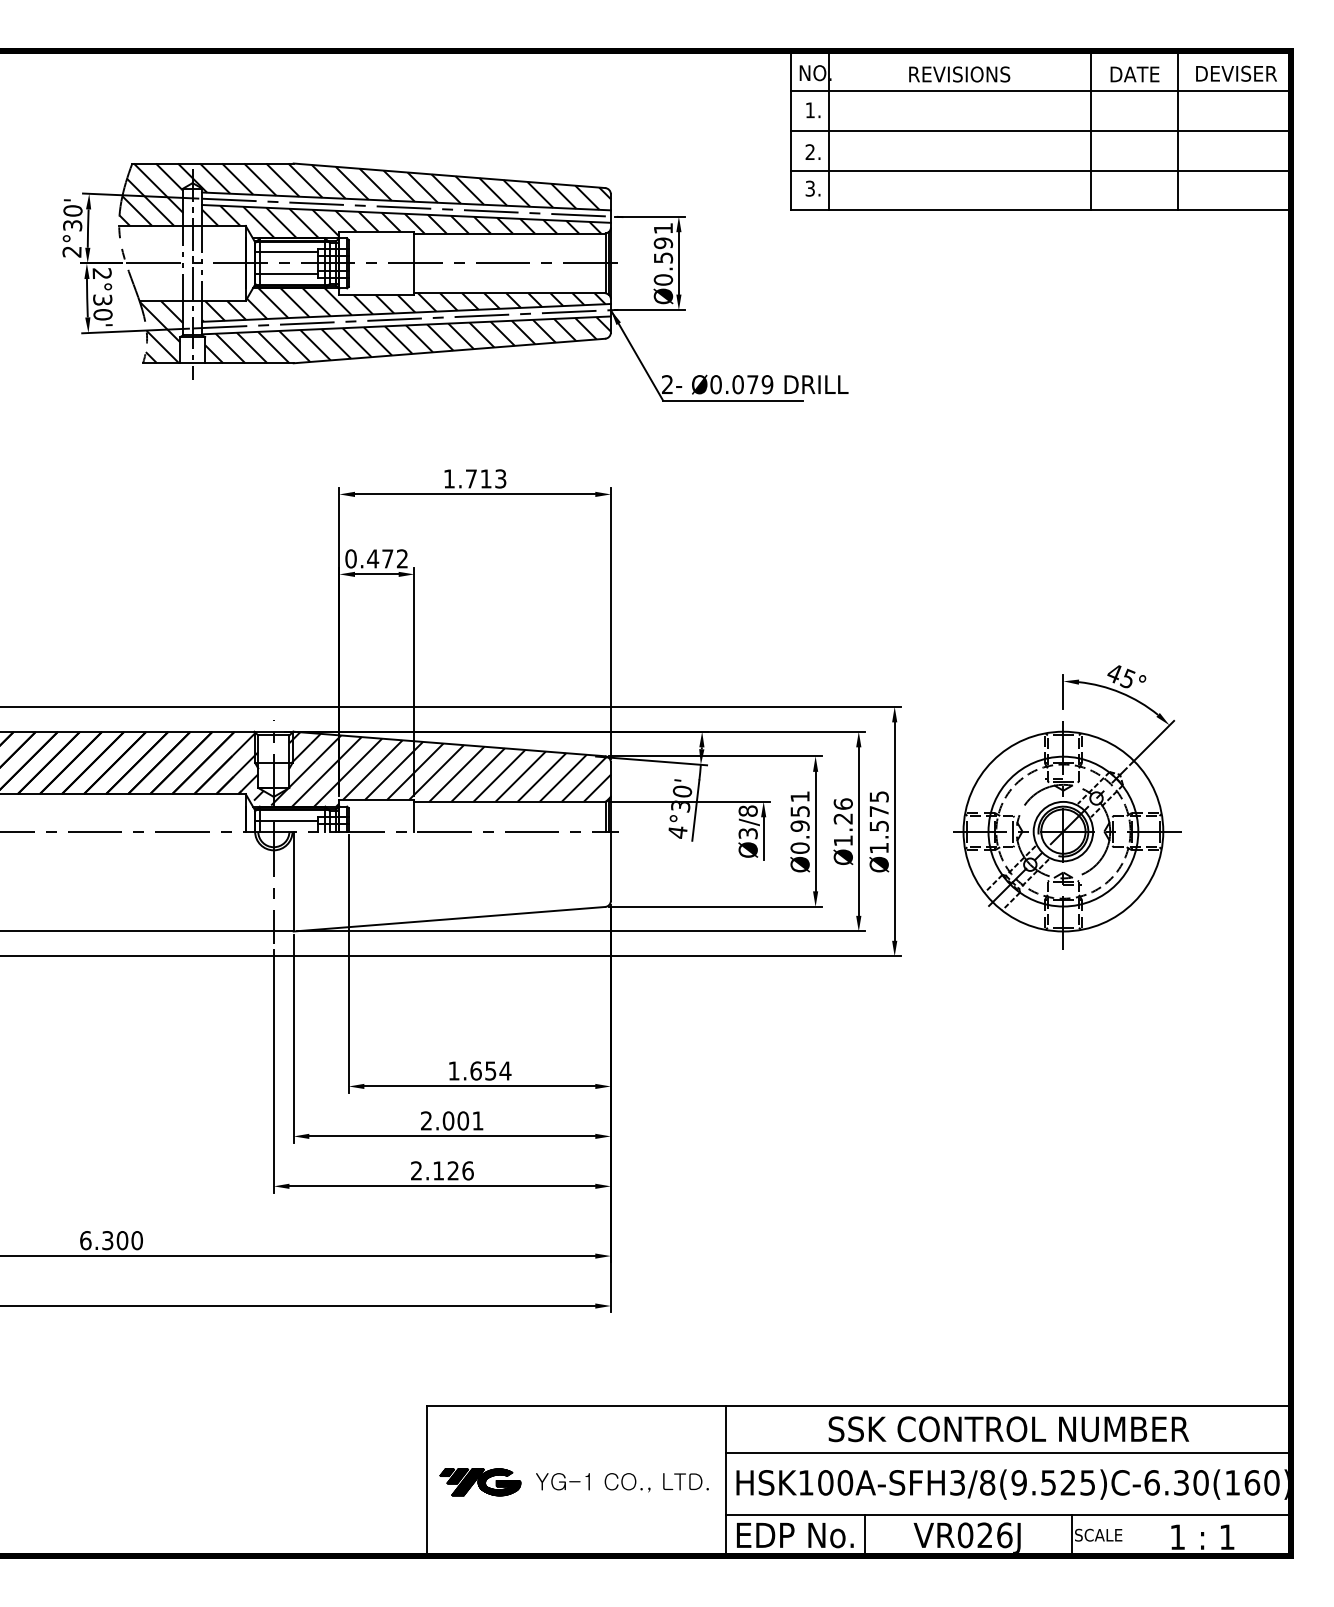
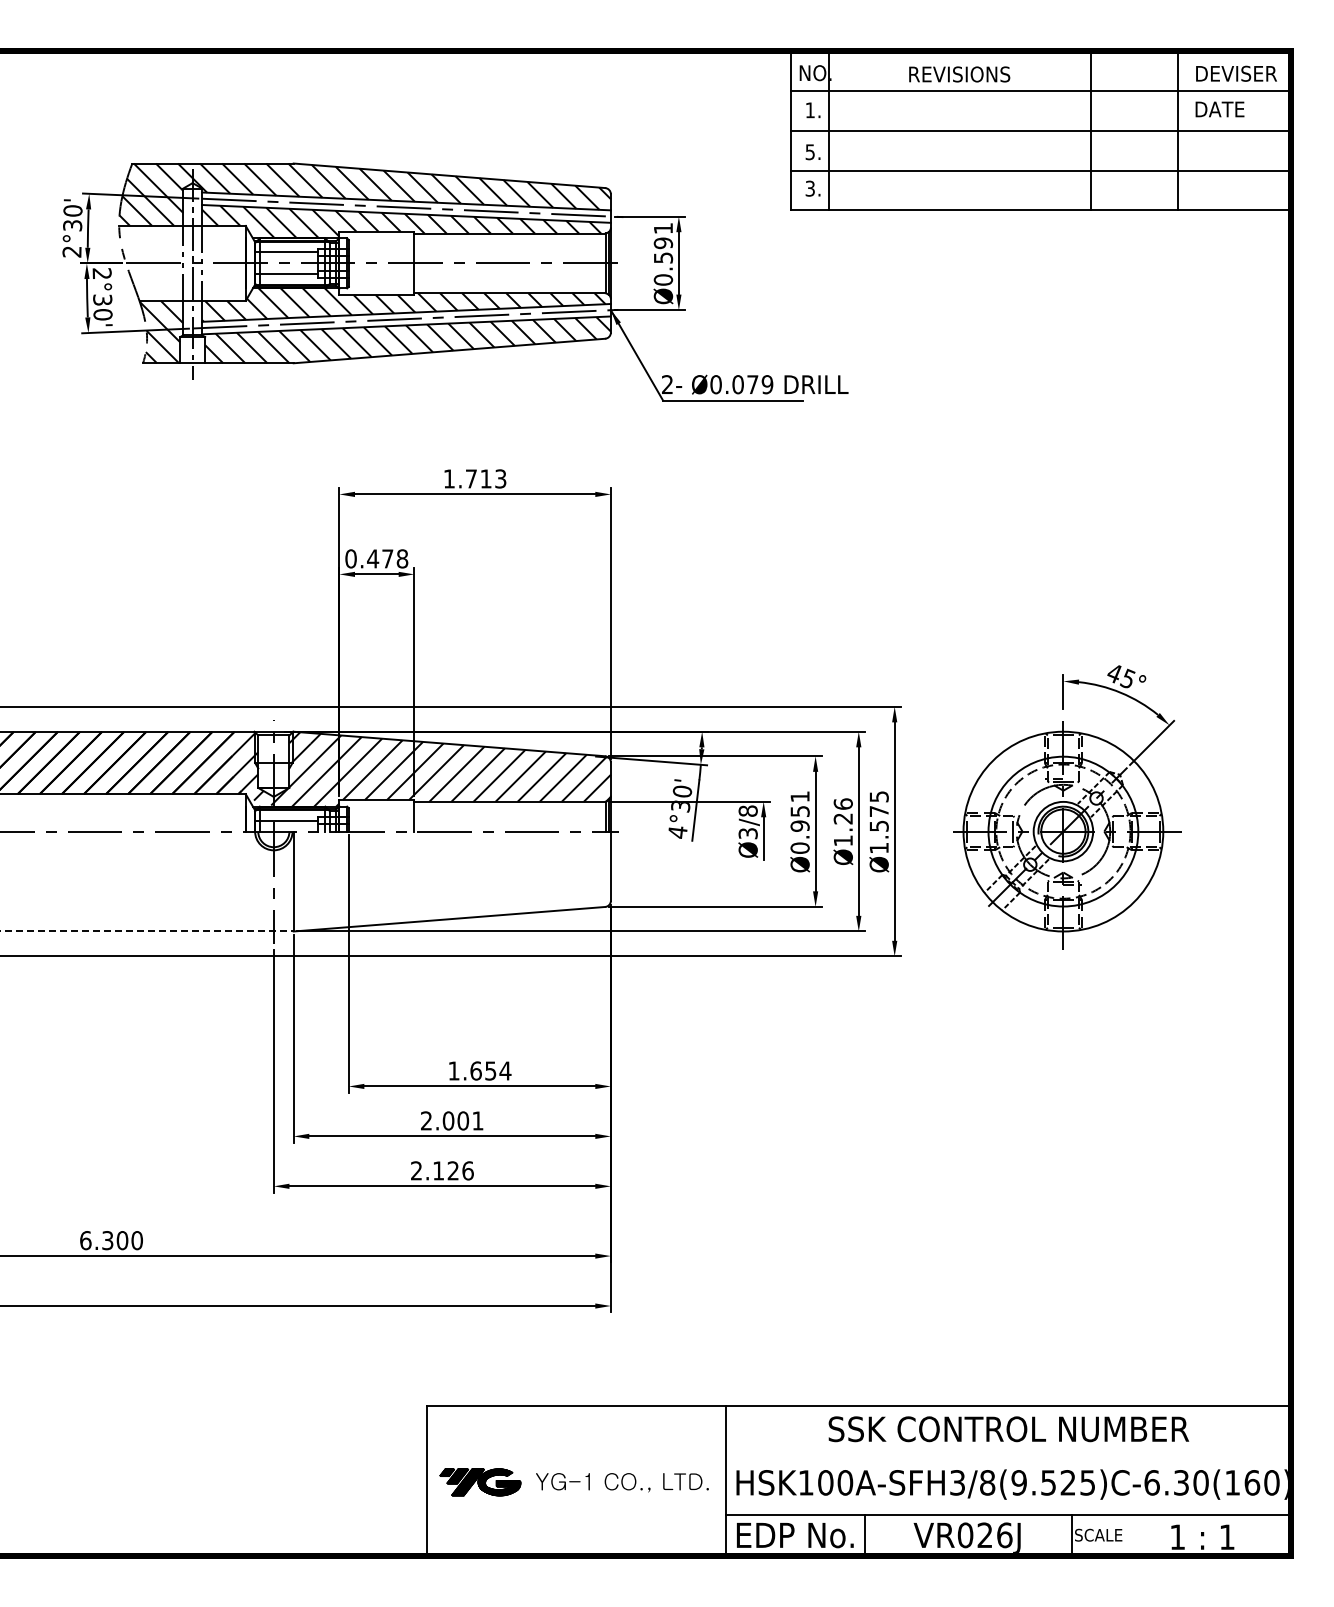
text at (1134, 74) position: (1134, 74) -> (1219, 109)
text at (809, 152): 2. -> 5.
text at (402, 558): 0.472 -> 0.478
line at (147, 931): solid -> dashed
line at (1008, 1452): present -> none
